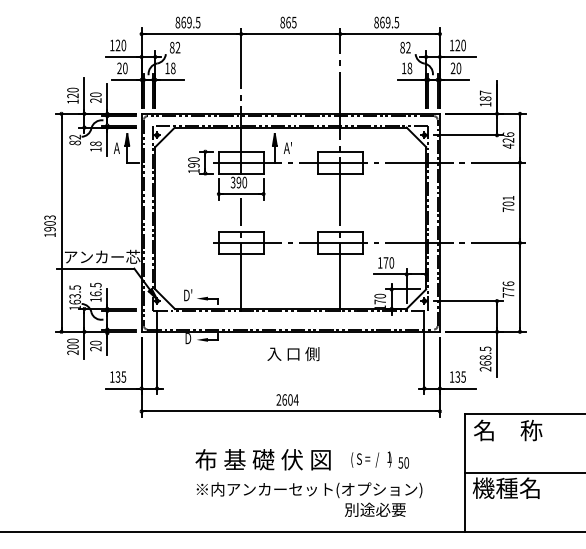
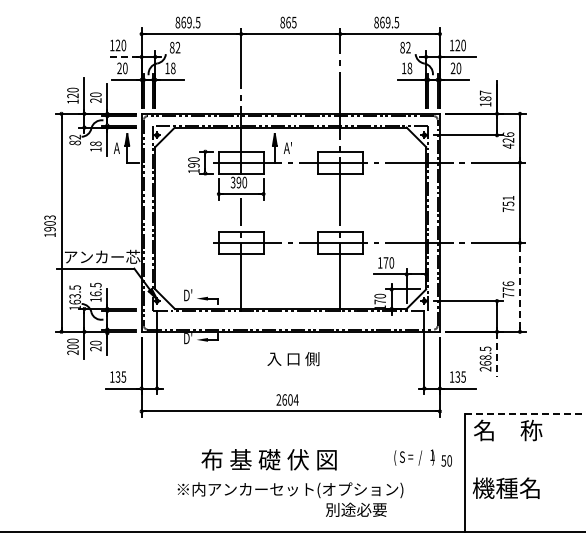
line at (121, 56): solid -> dashed
text at (508, 203): 701 -> 751
line at (519, 287): solid -> dashed
text at (188, 338): D -> D'
text at (293, 354) position: (293, 354) -> (293, 359)
line at (497, 354): solid -> dashed
line at (525, 413): solid -> dashed
text at (262, 459) position: (262, 459) -> (268, 459)
text at (379, 459) position: (379, 459) -> (422, 457)
line at (523, 473): present -> none
text at (309, 499) position: (309, 499) -> (290, 499)
